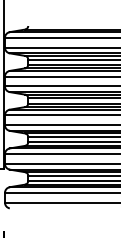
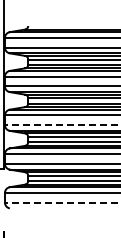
line at (62, 125): solid -> dashed
line at (62, 202): solid -> dashed
